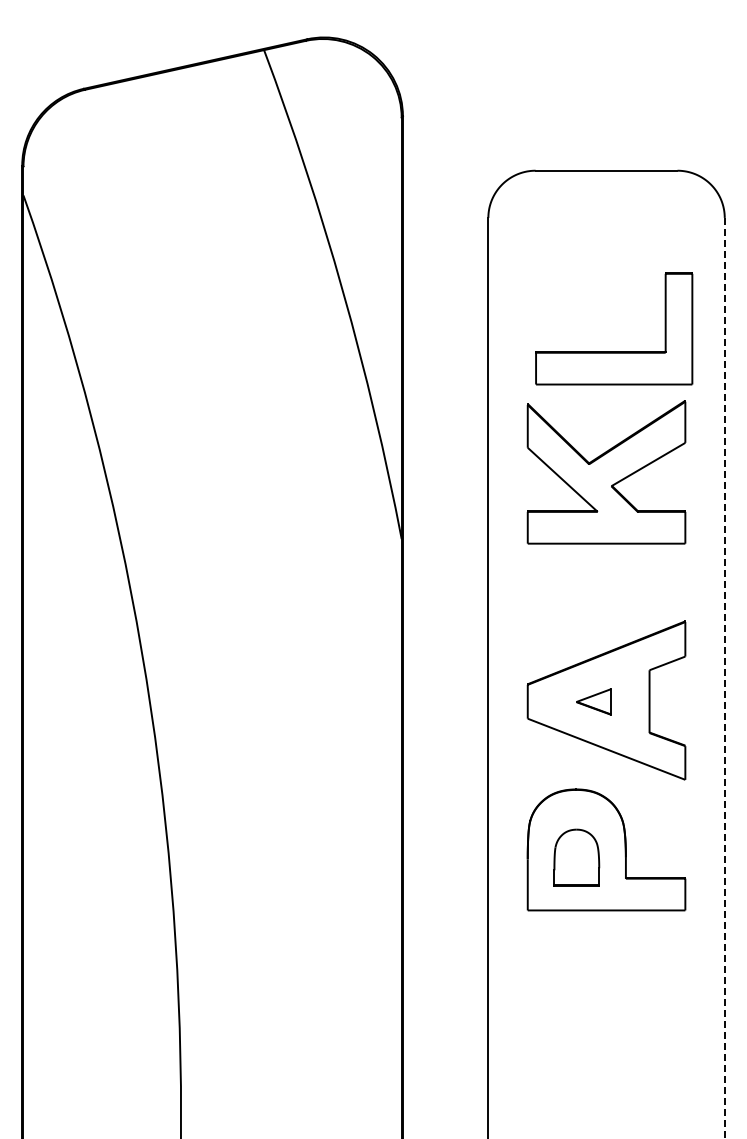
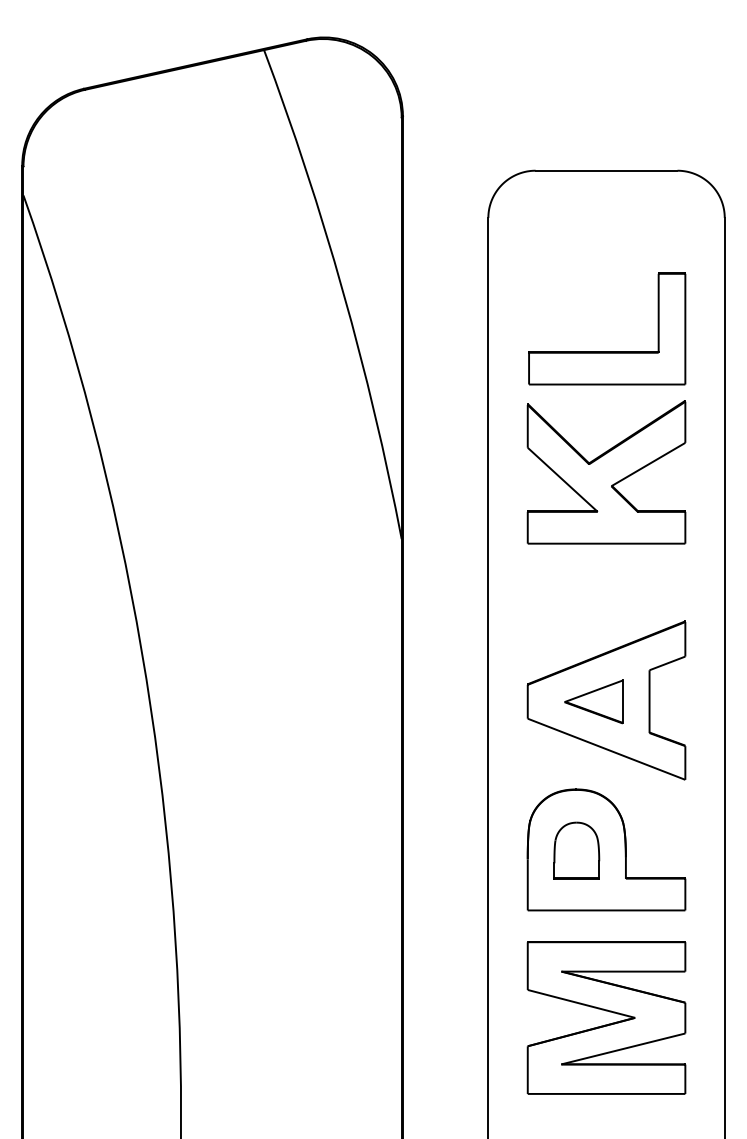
part at (614, 351) position: (614, 351) -> (607, 351)
line at (724, 678): dashed -> solid
part at (593, 701) size: 36x28 px -> 60x46 px
part at (576, 857) position: (576, 857) -> (576, 850)
part at (606, 1017): none -> present
